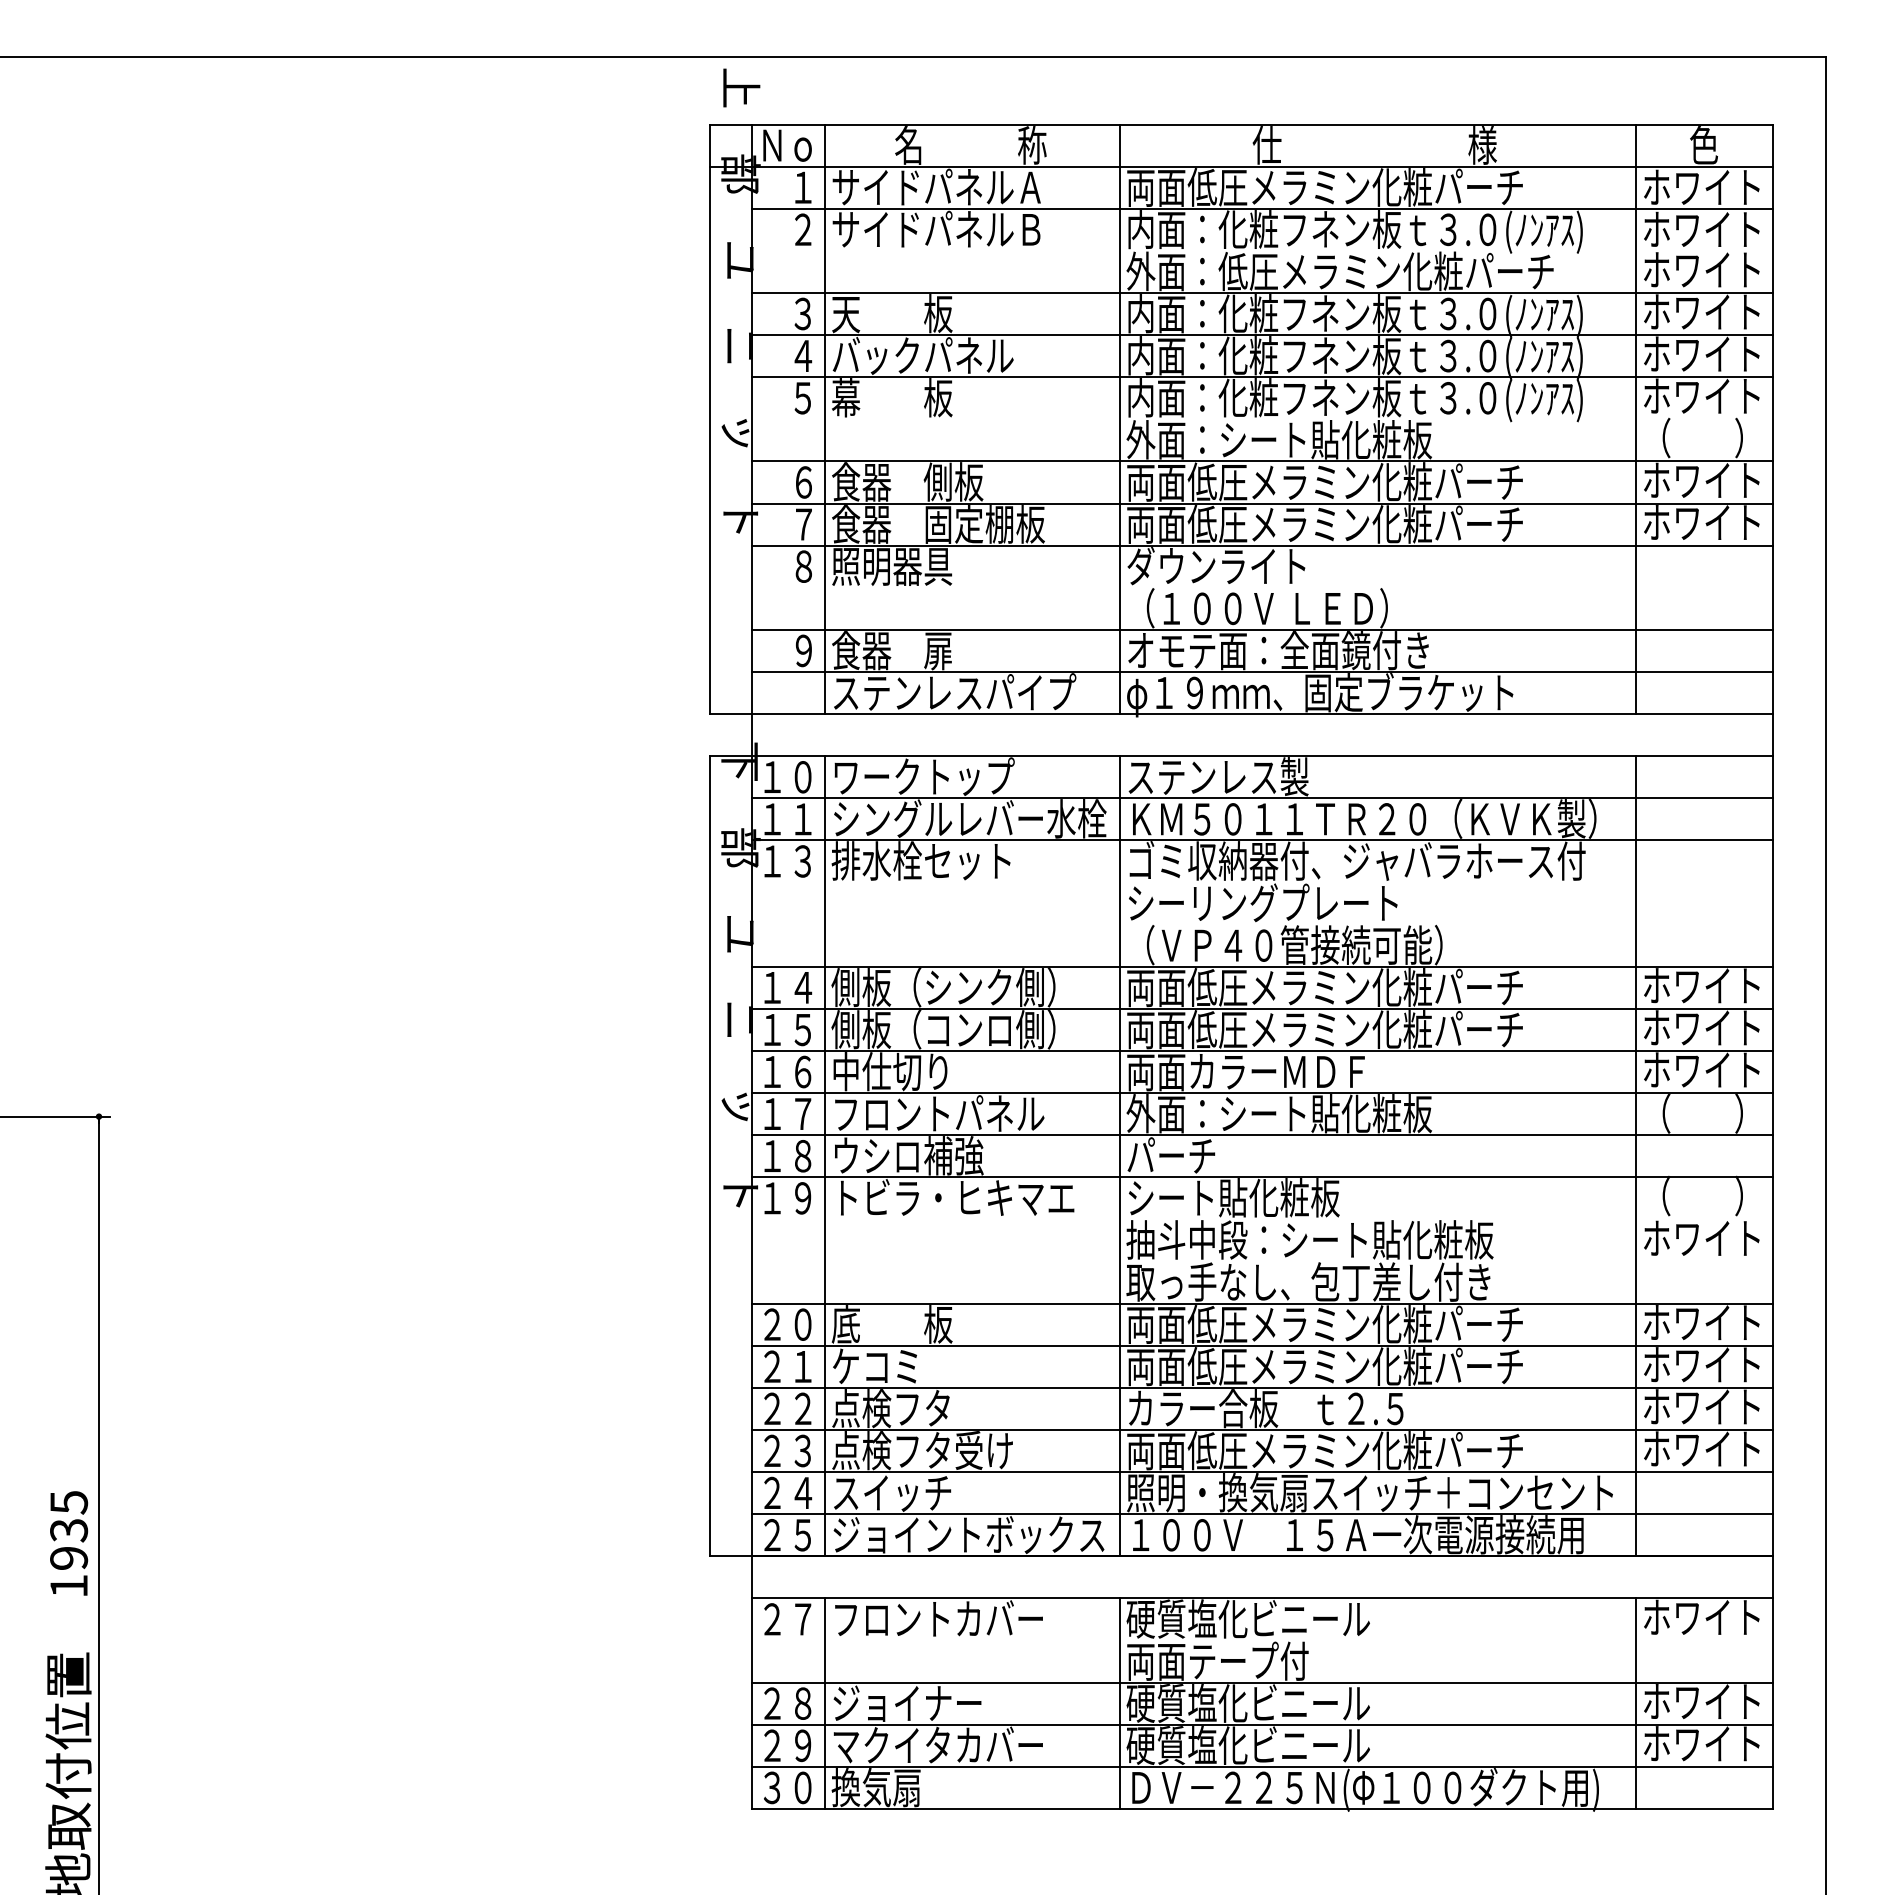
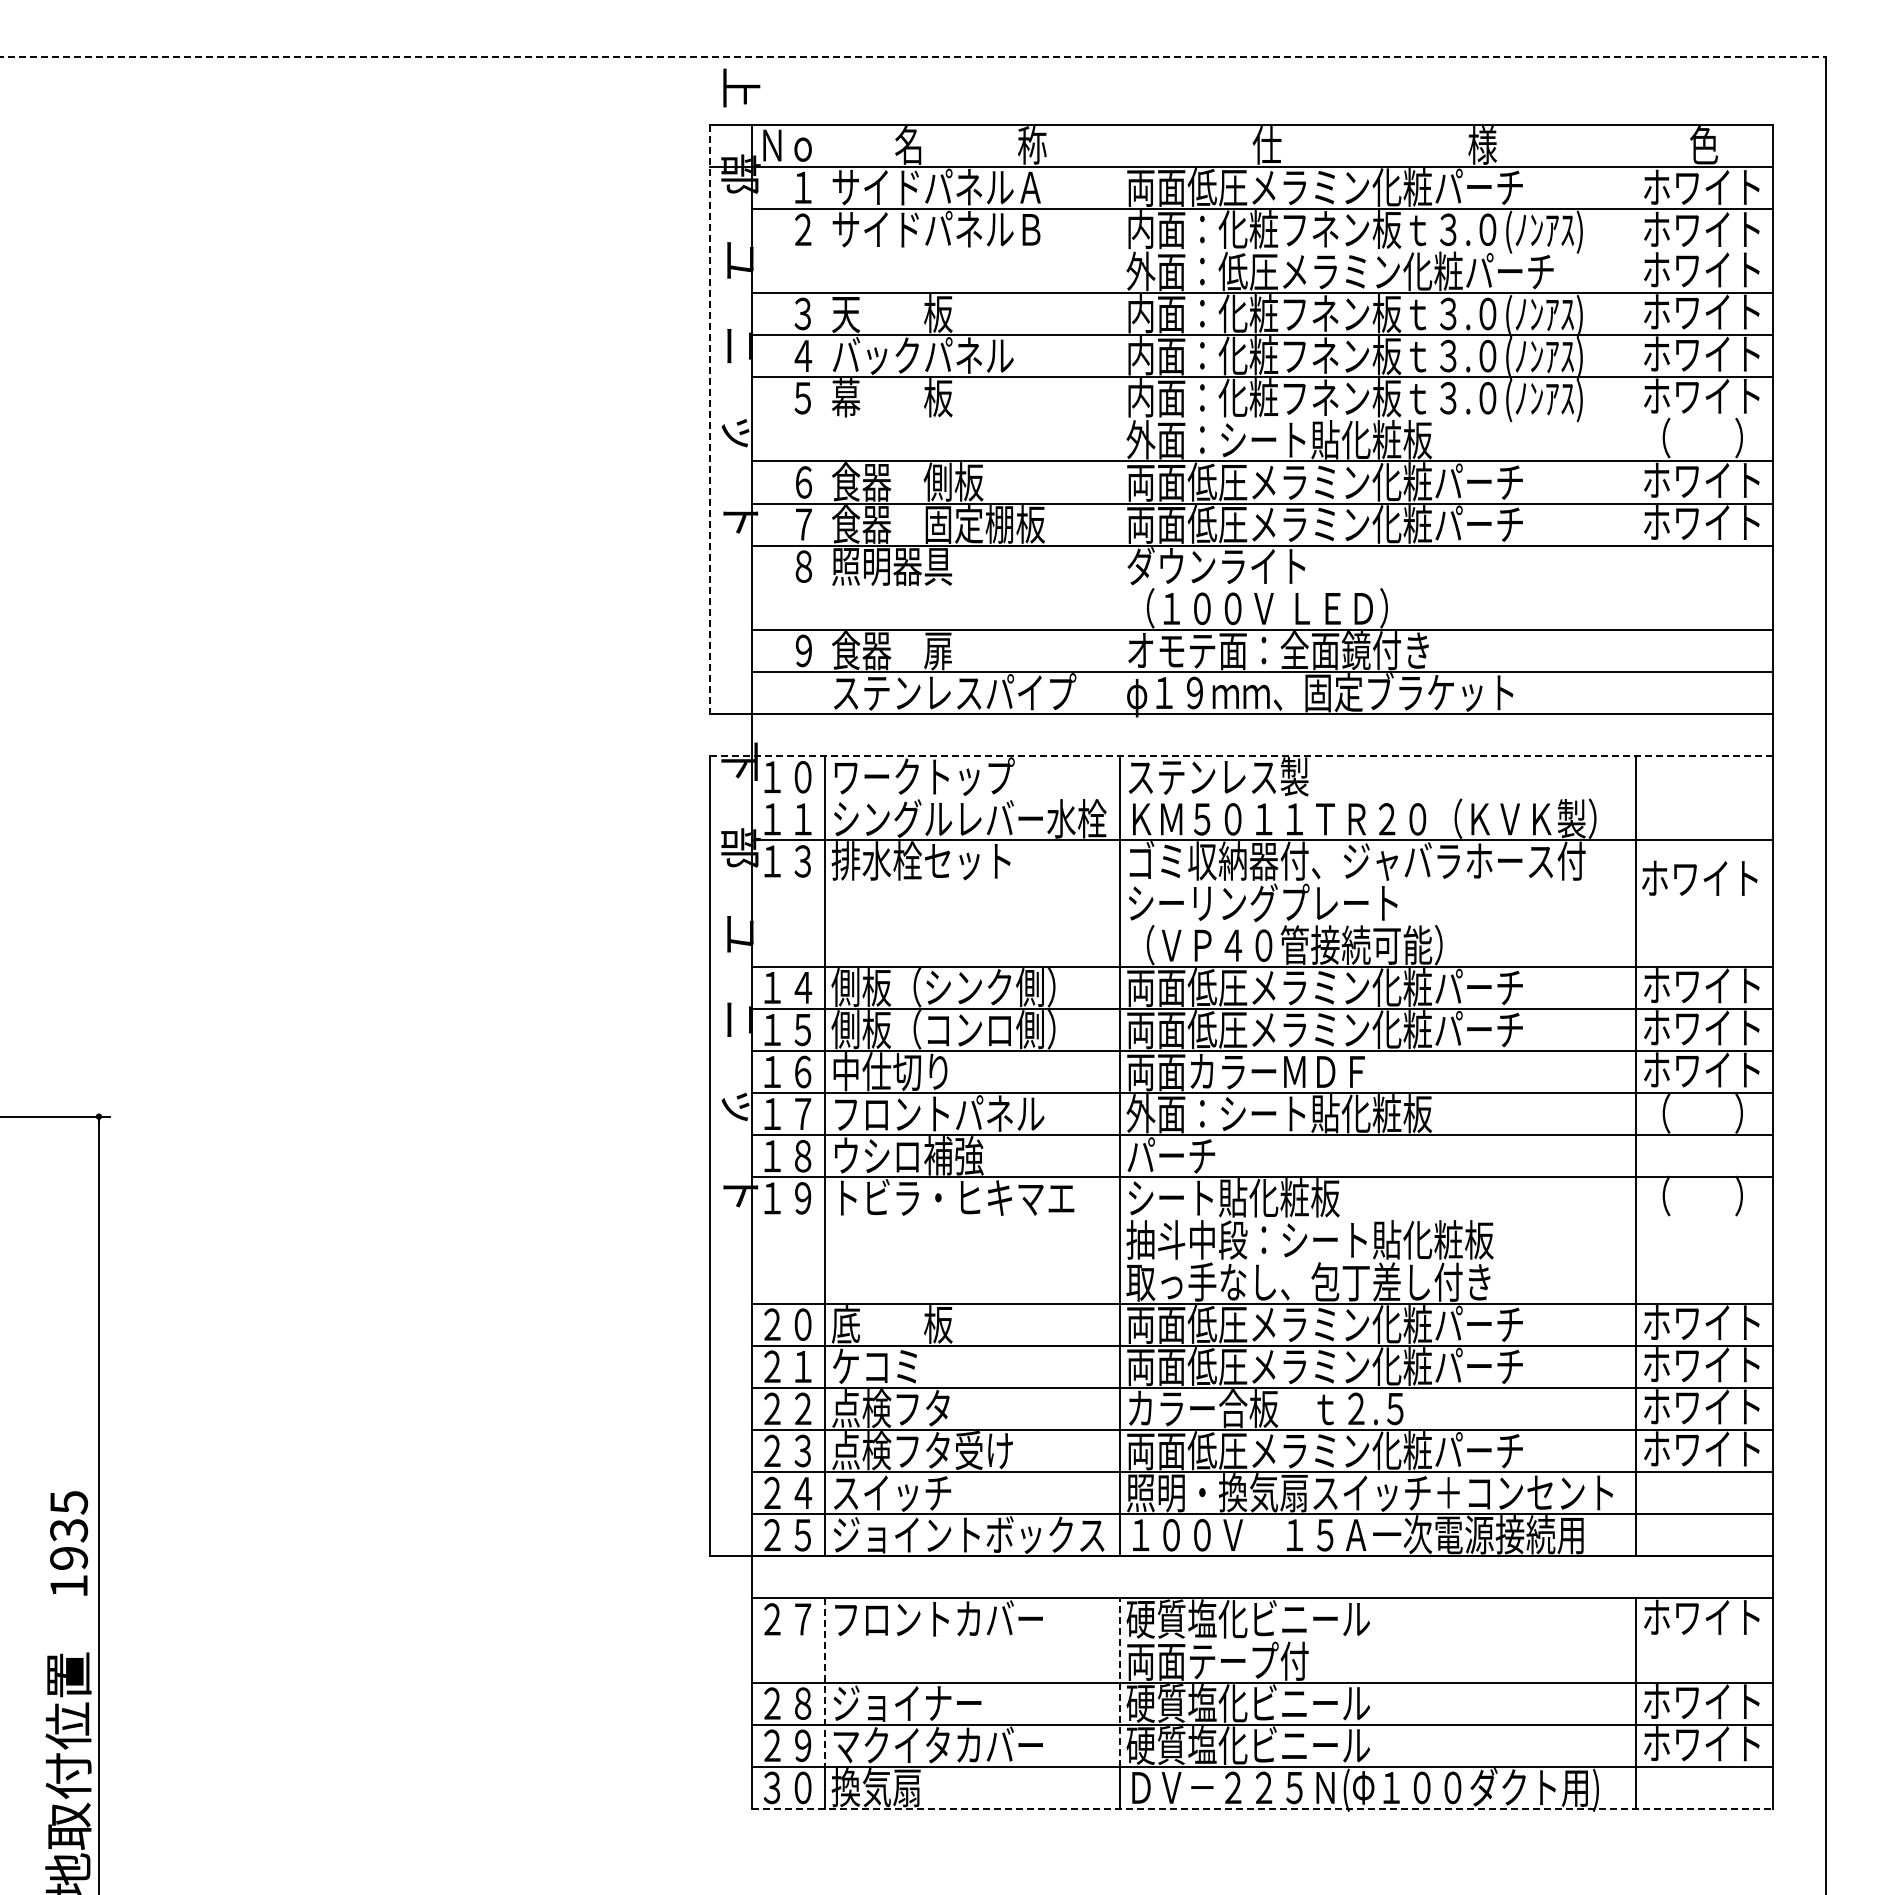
line at (913, 56): solid -> dashed
line at (709, 419): solid -> dashed
line at (825, 419): present -> none
line at (1120, 419): present -> none
line at (1636, 419): present -> none
line at (1241, 756): solid -> dashed
line at (1261, 798): present -> none
text at (1701, 1237) position: (1701, 1237) -> (1699, 877)
line at (1120, 1682): solid -> dashed
line at (825, 1683): solid -> dashed
line at (1262, 1809): solid -> dashed
